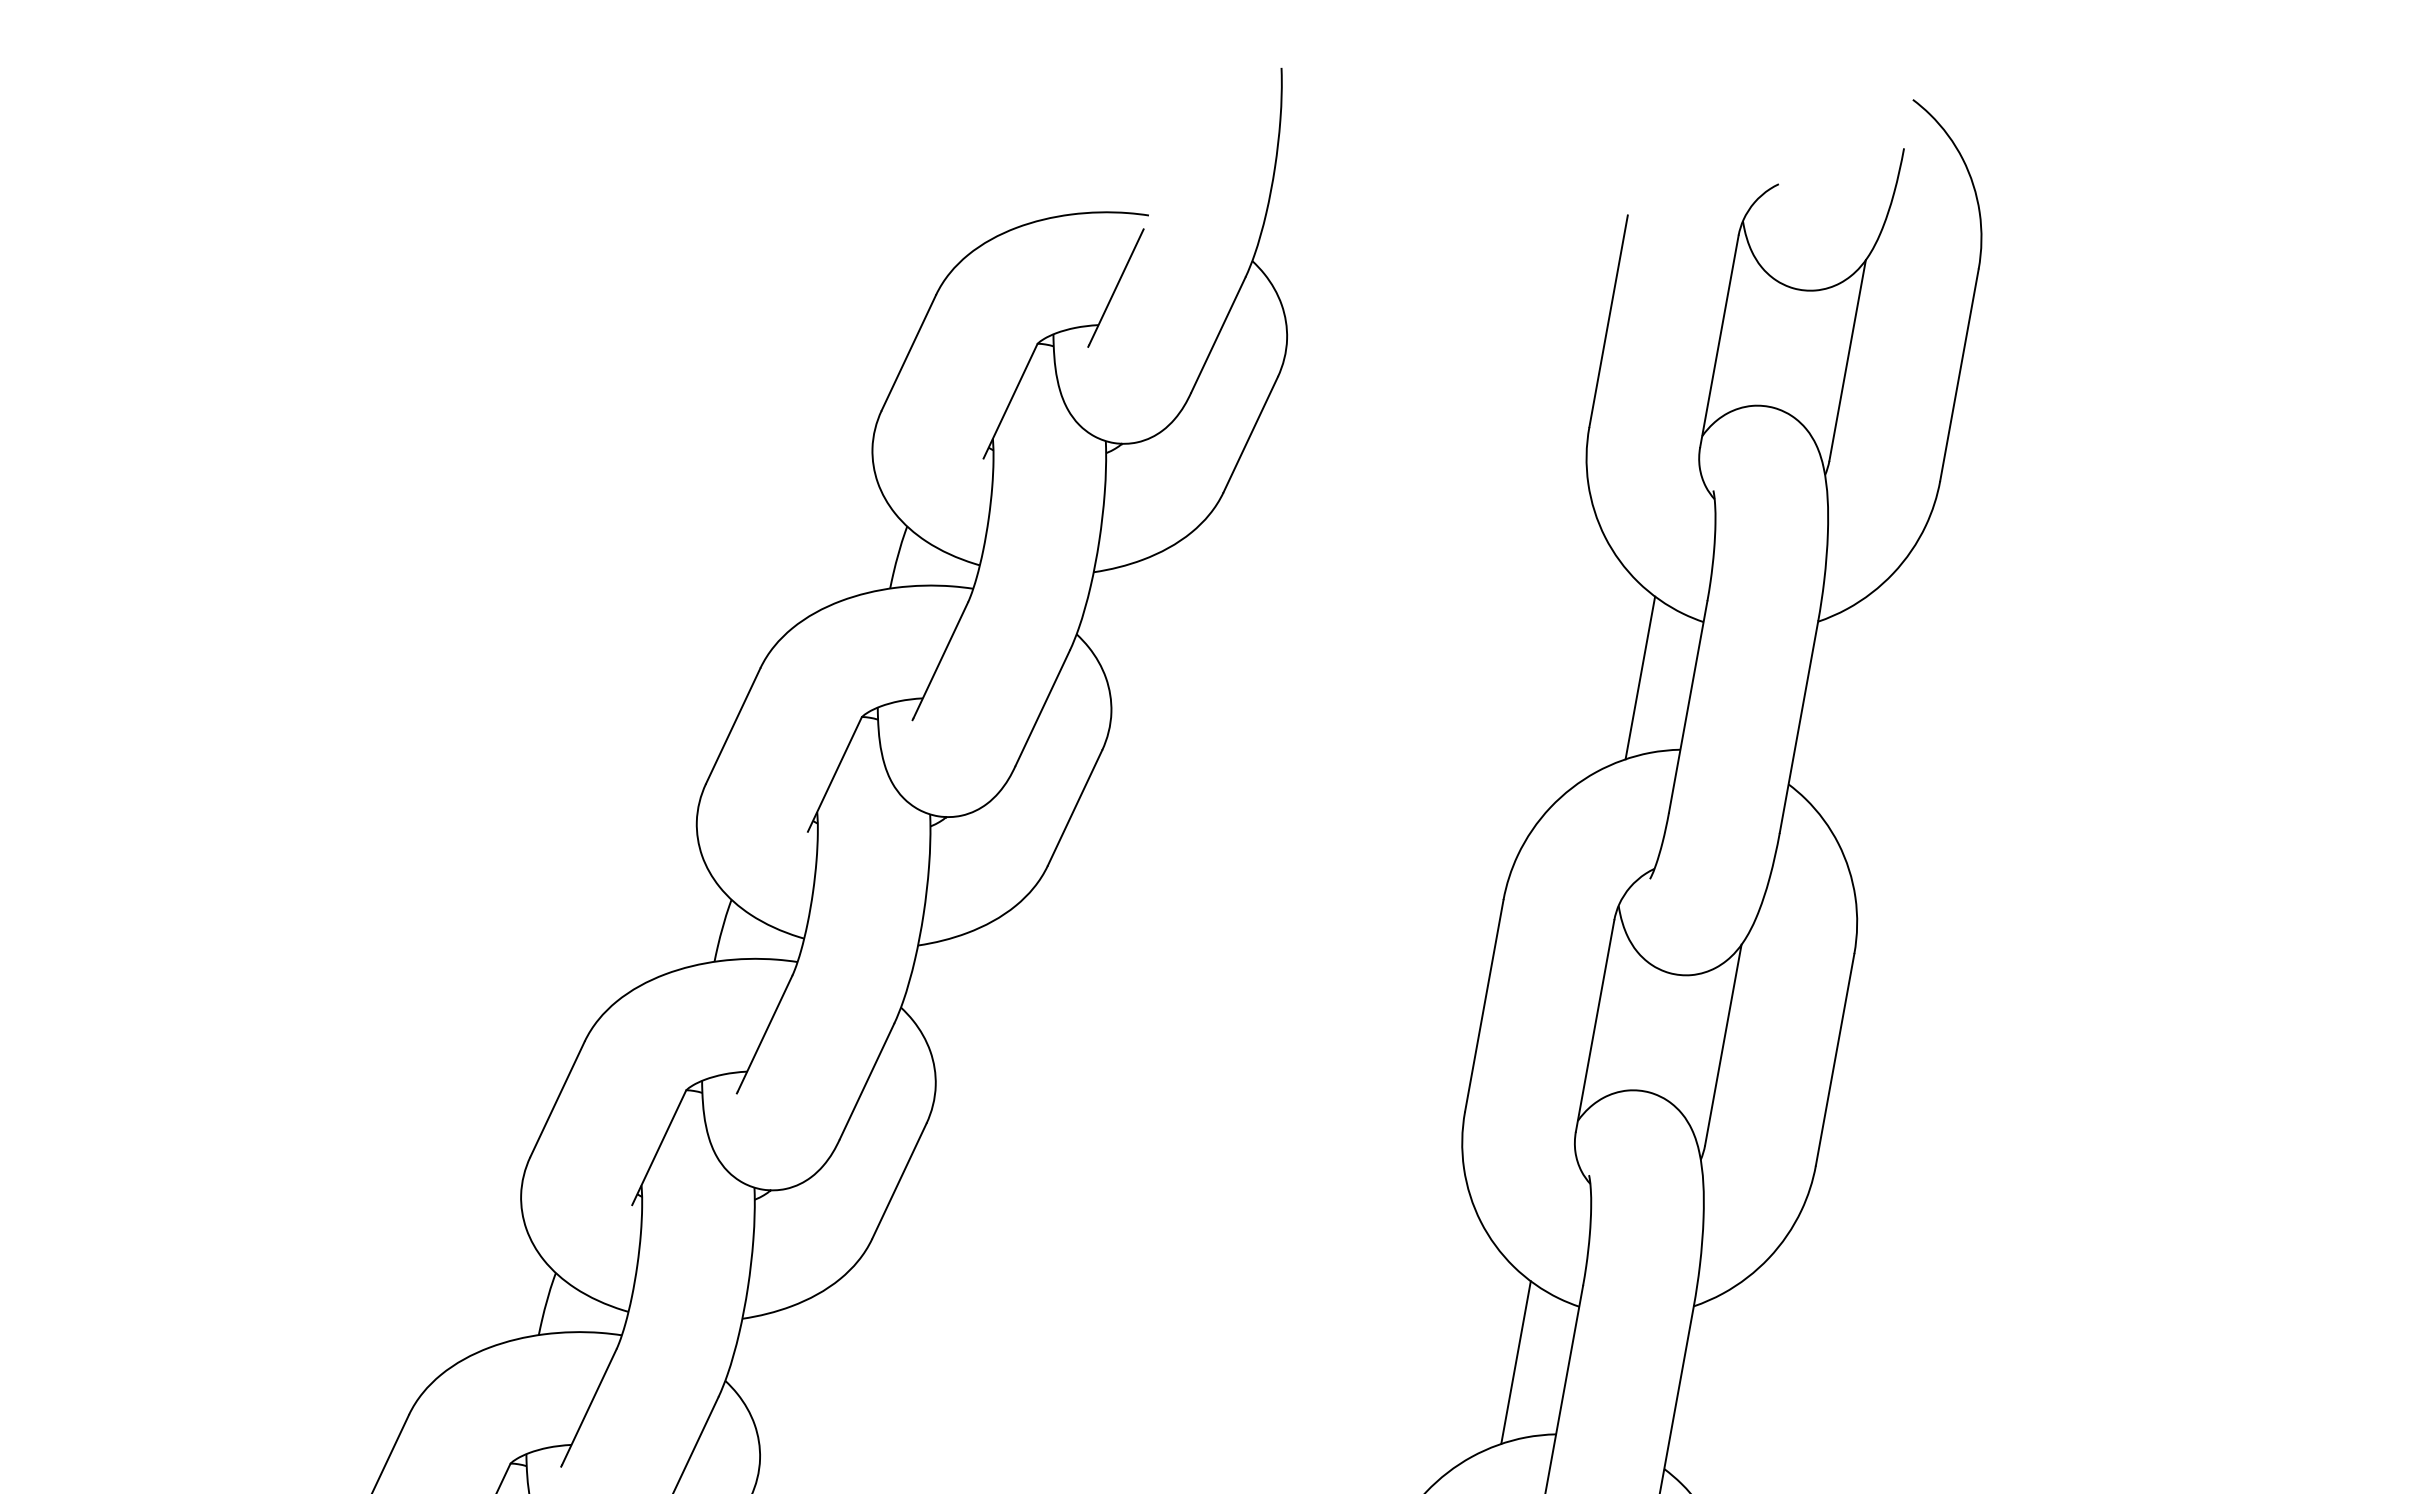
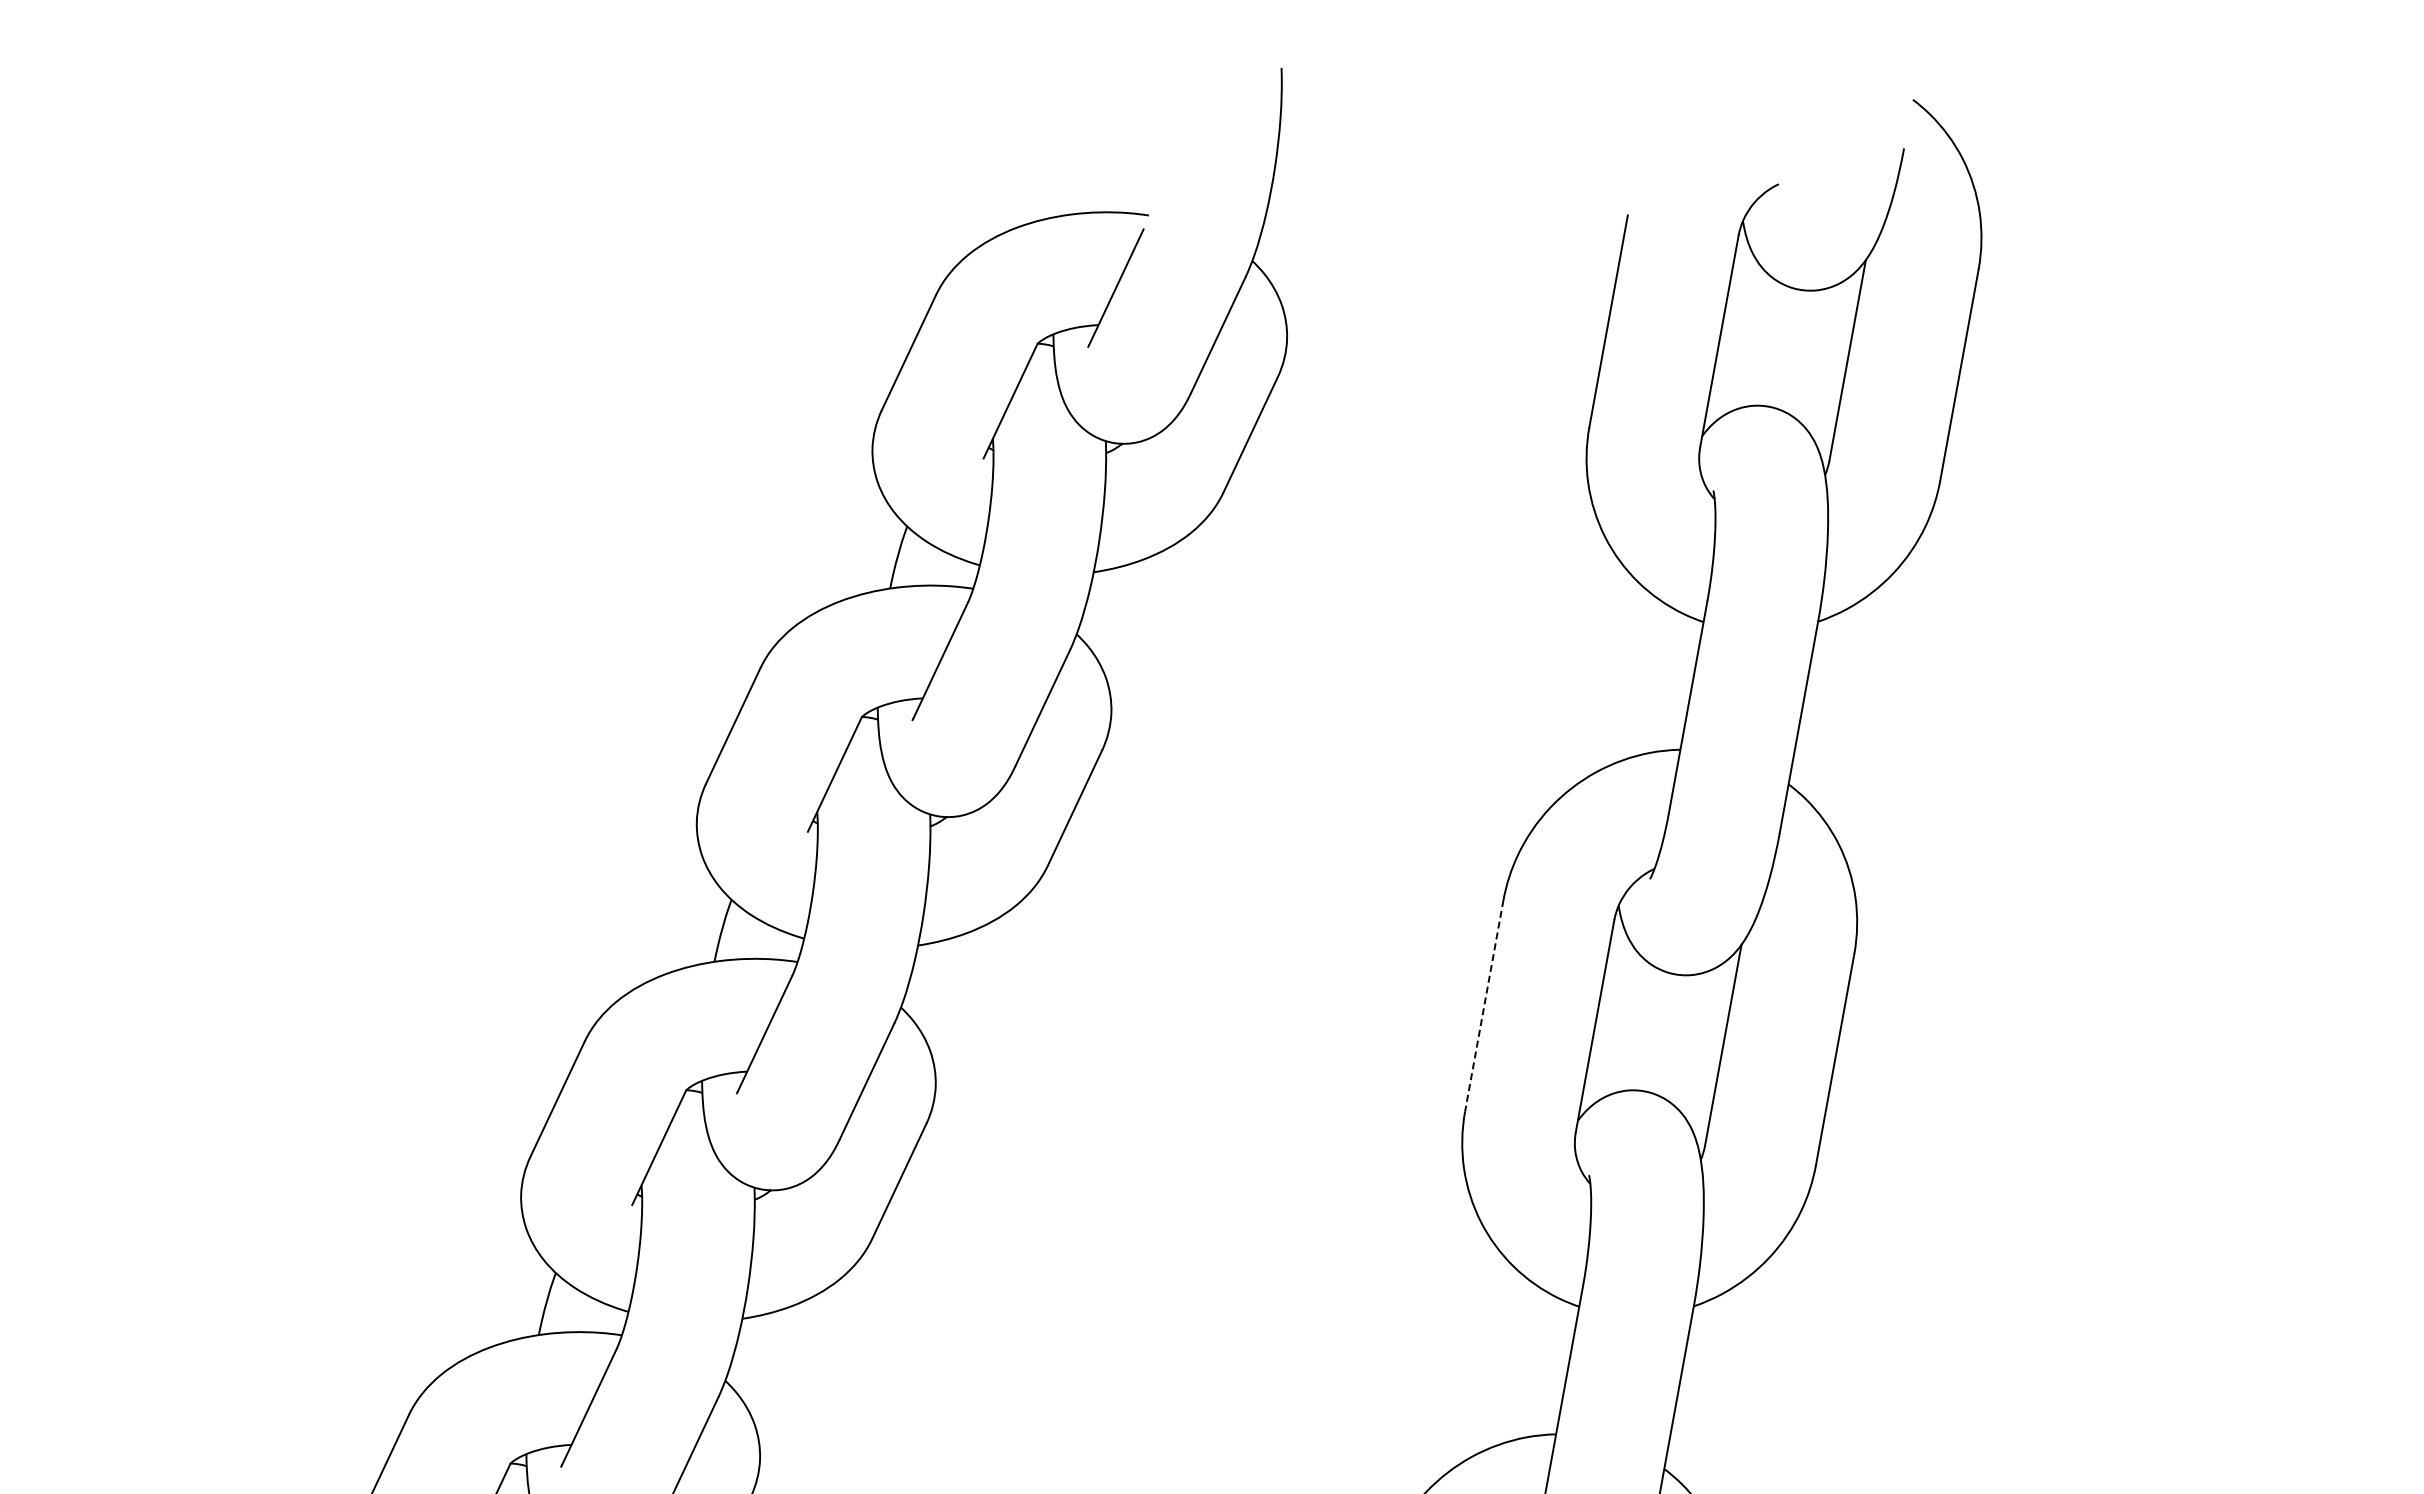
line at (1640, 677): present -> none
line at (1484, 1005): solid -> dashed
line at (1515, 1362): present -> none
